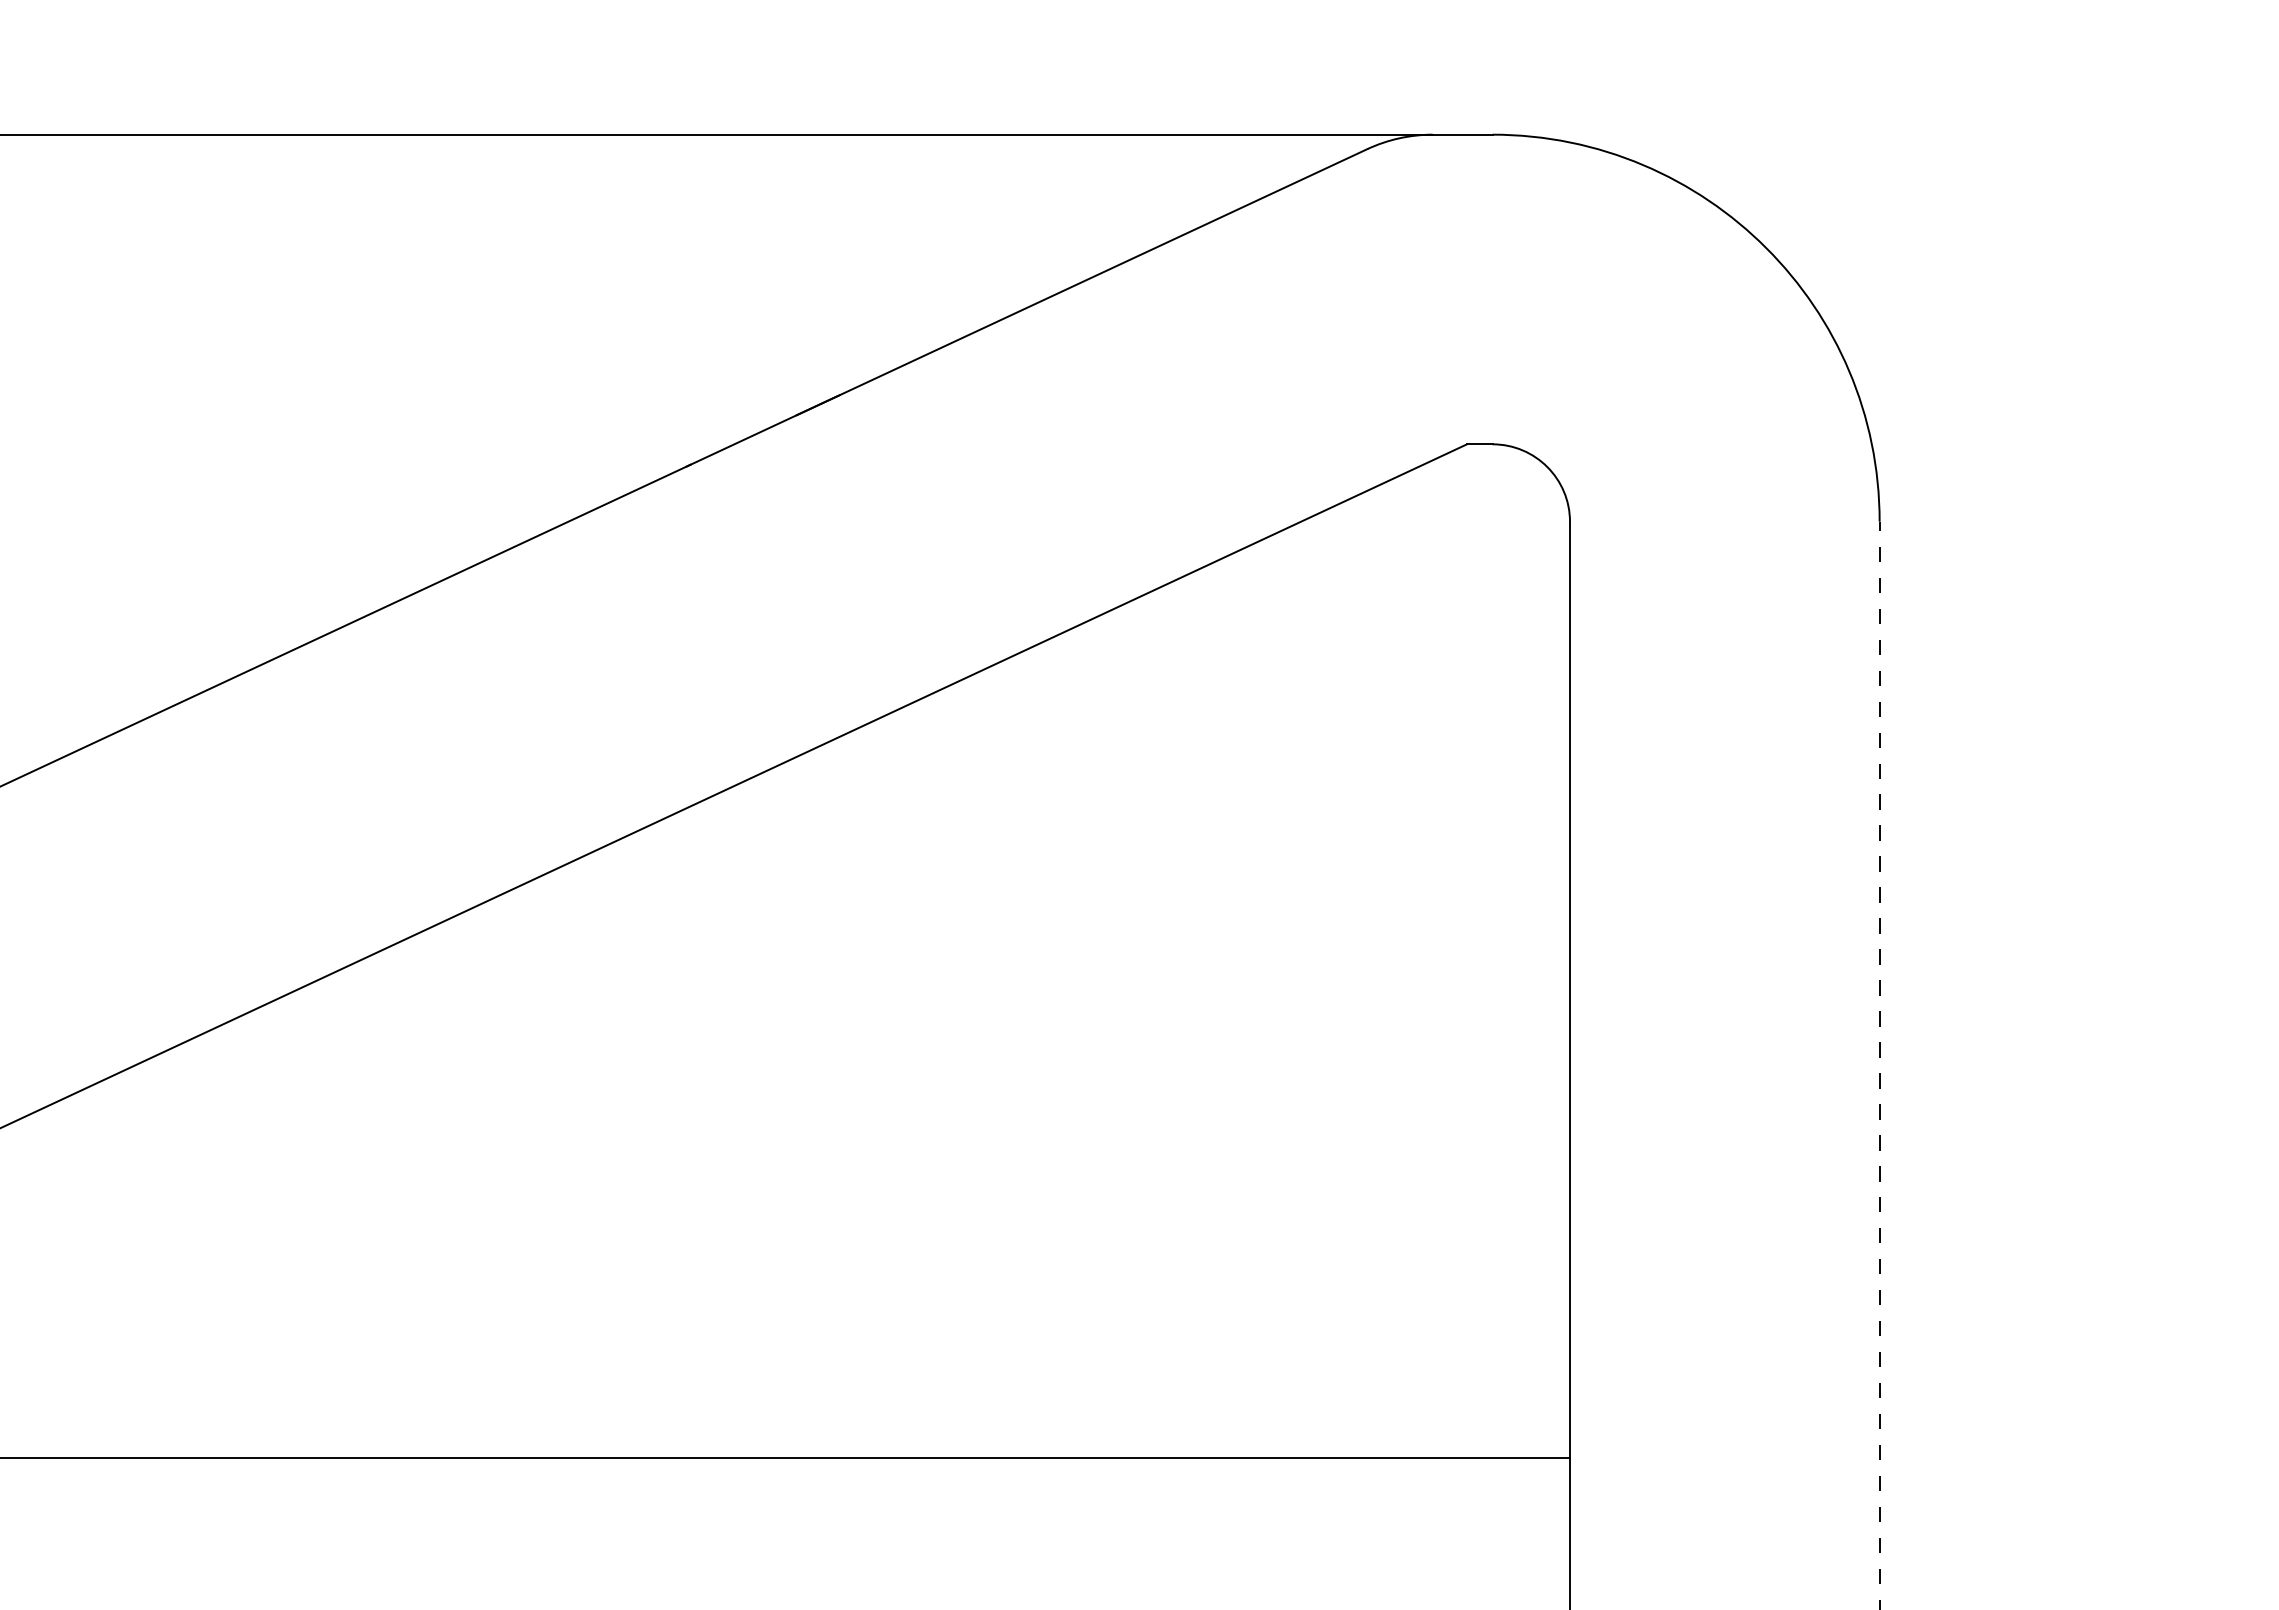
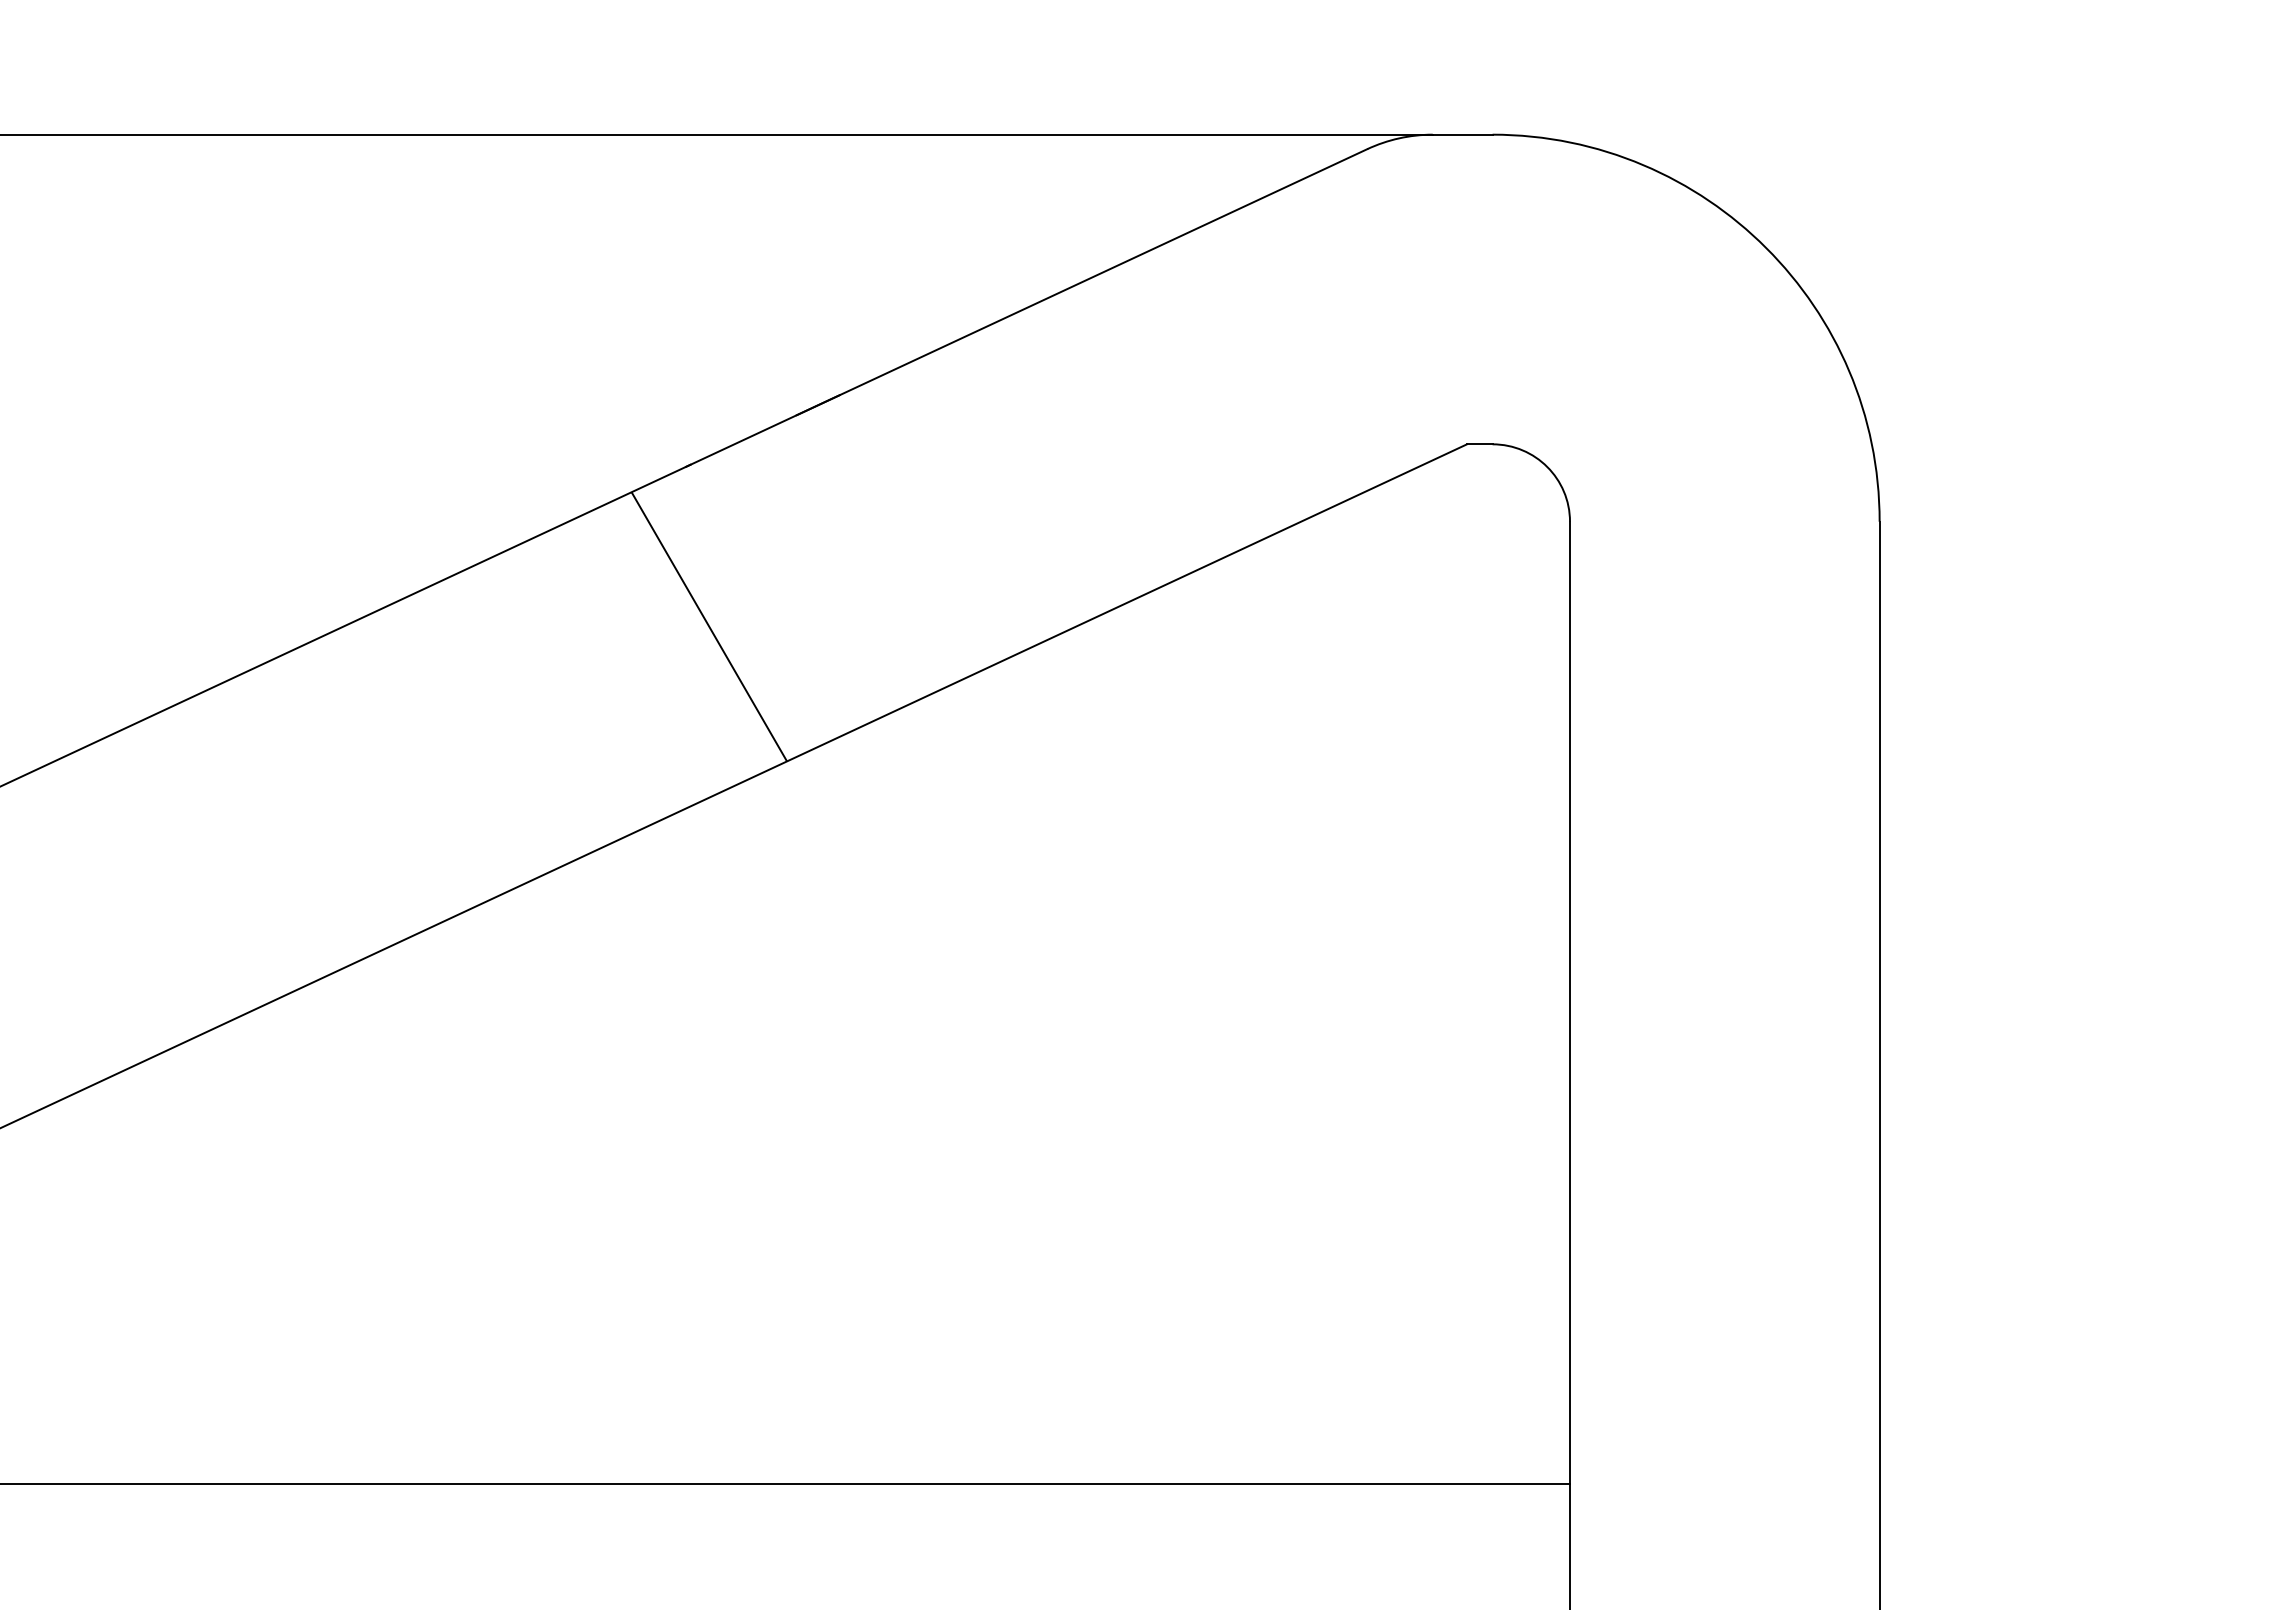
hatch at (709, 626): none -> present
line at (1879, 1065): dashed -> solid
line at (786, 1458) position: (786, 1458) -> (786, 1484)
